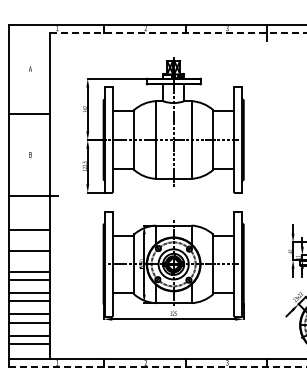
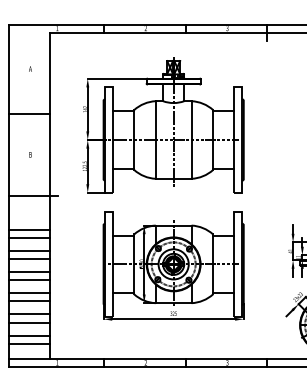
line at (178, 32): dashed -> solid
line at (28, 238): none -> present
line at (28, 259): none -> present
line at (157, 367): dashed -> solid
